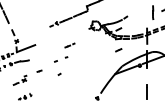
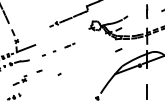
line at (153, 12) position: (153, 12) -> (147, 11)
part at (61, 59) position: (61, 59) -> (49, 53)
part at (25, 96) position: (25, 96) -> (14, 96)
